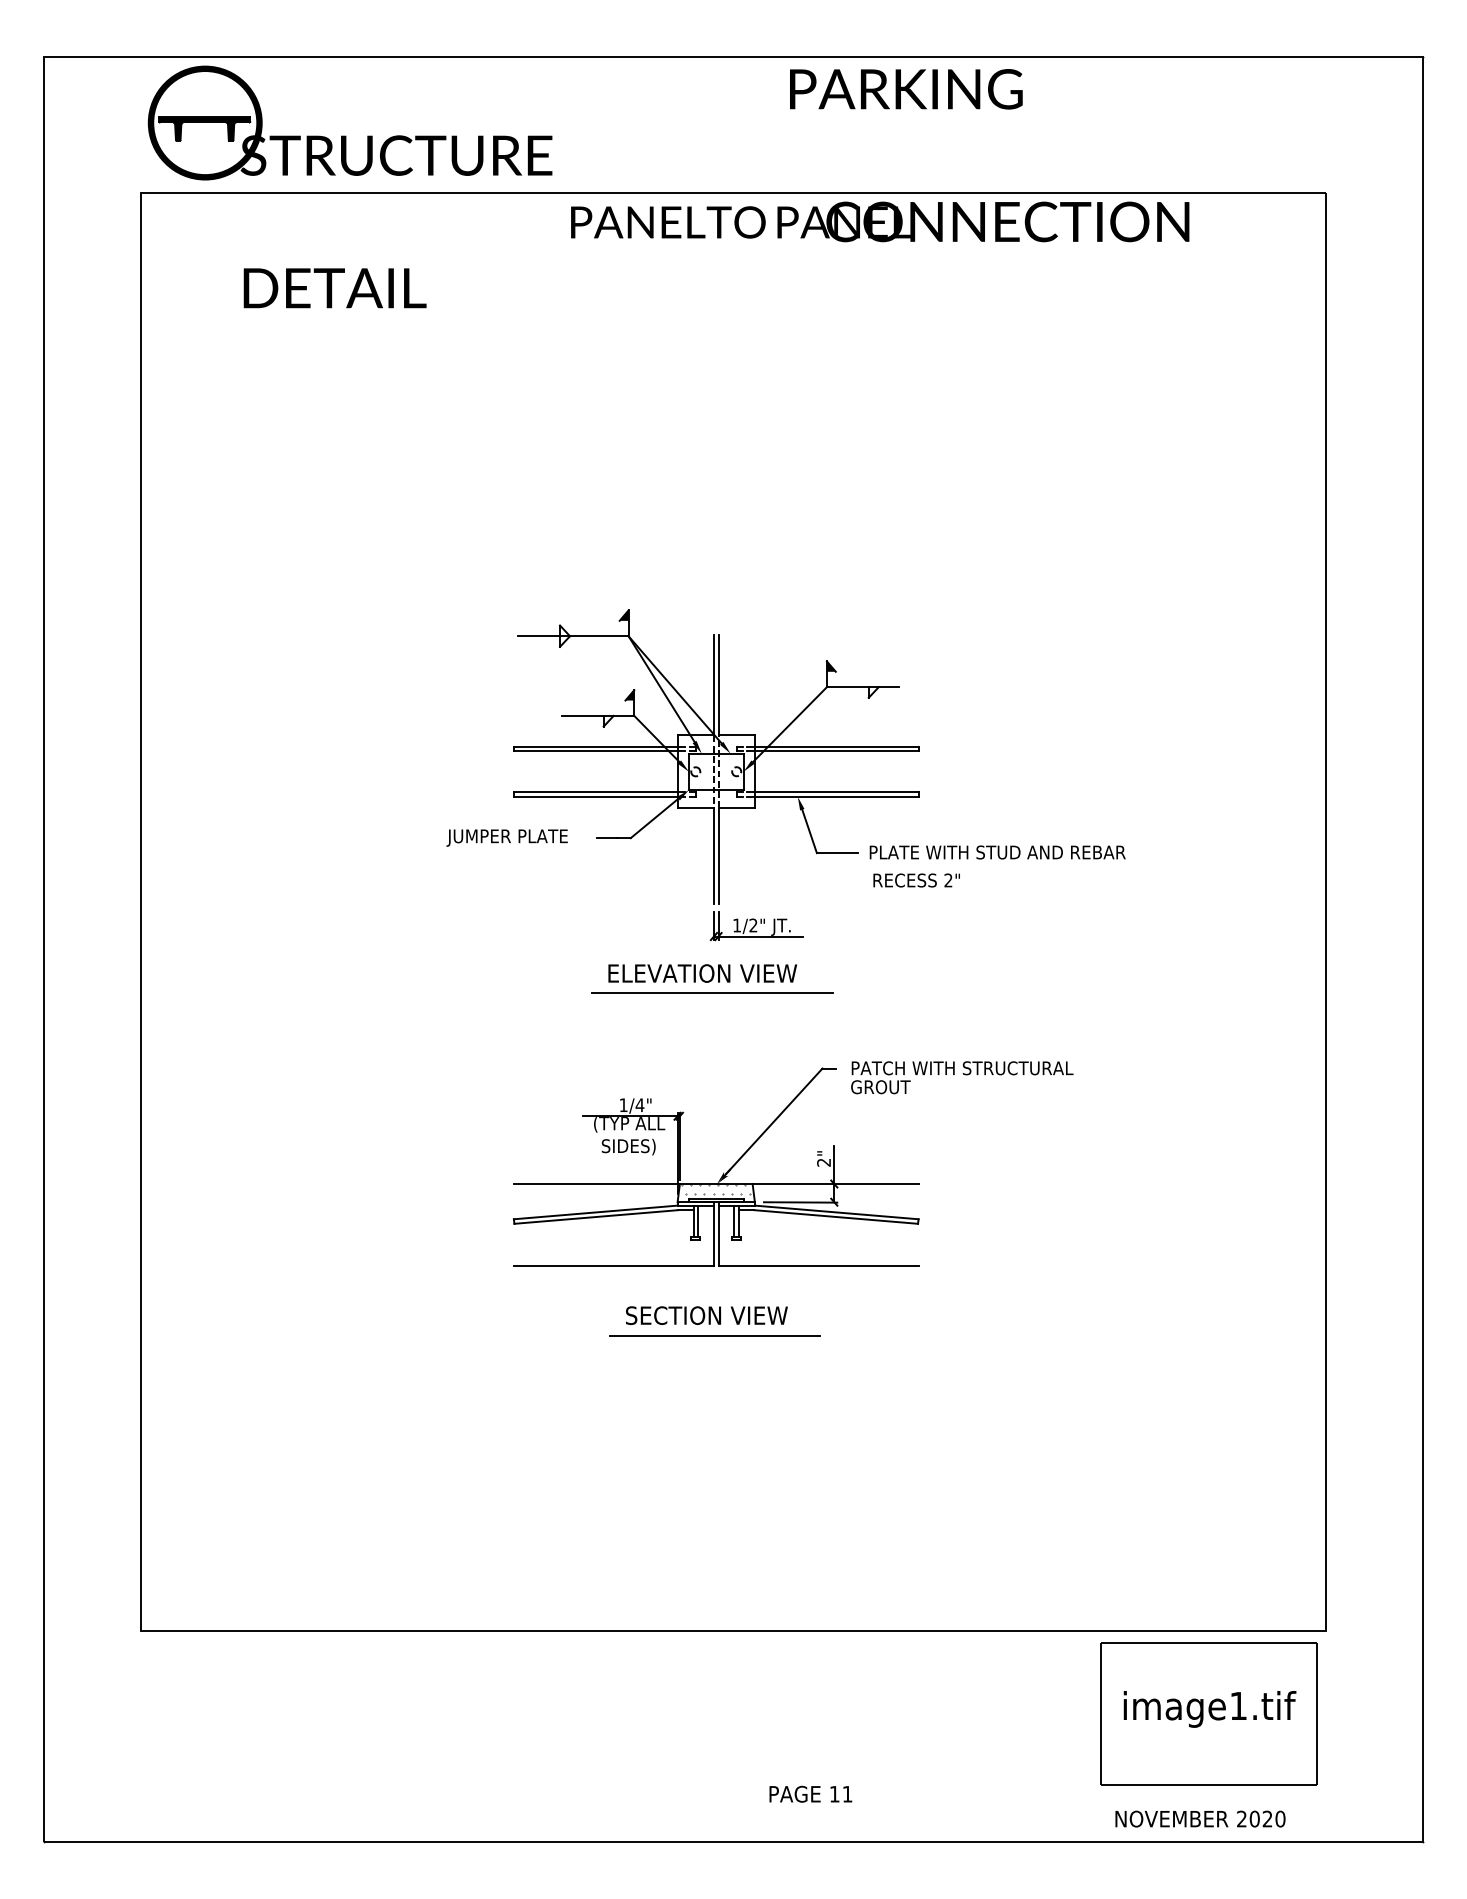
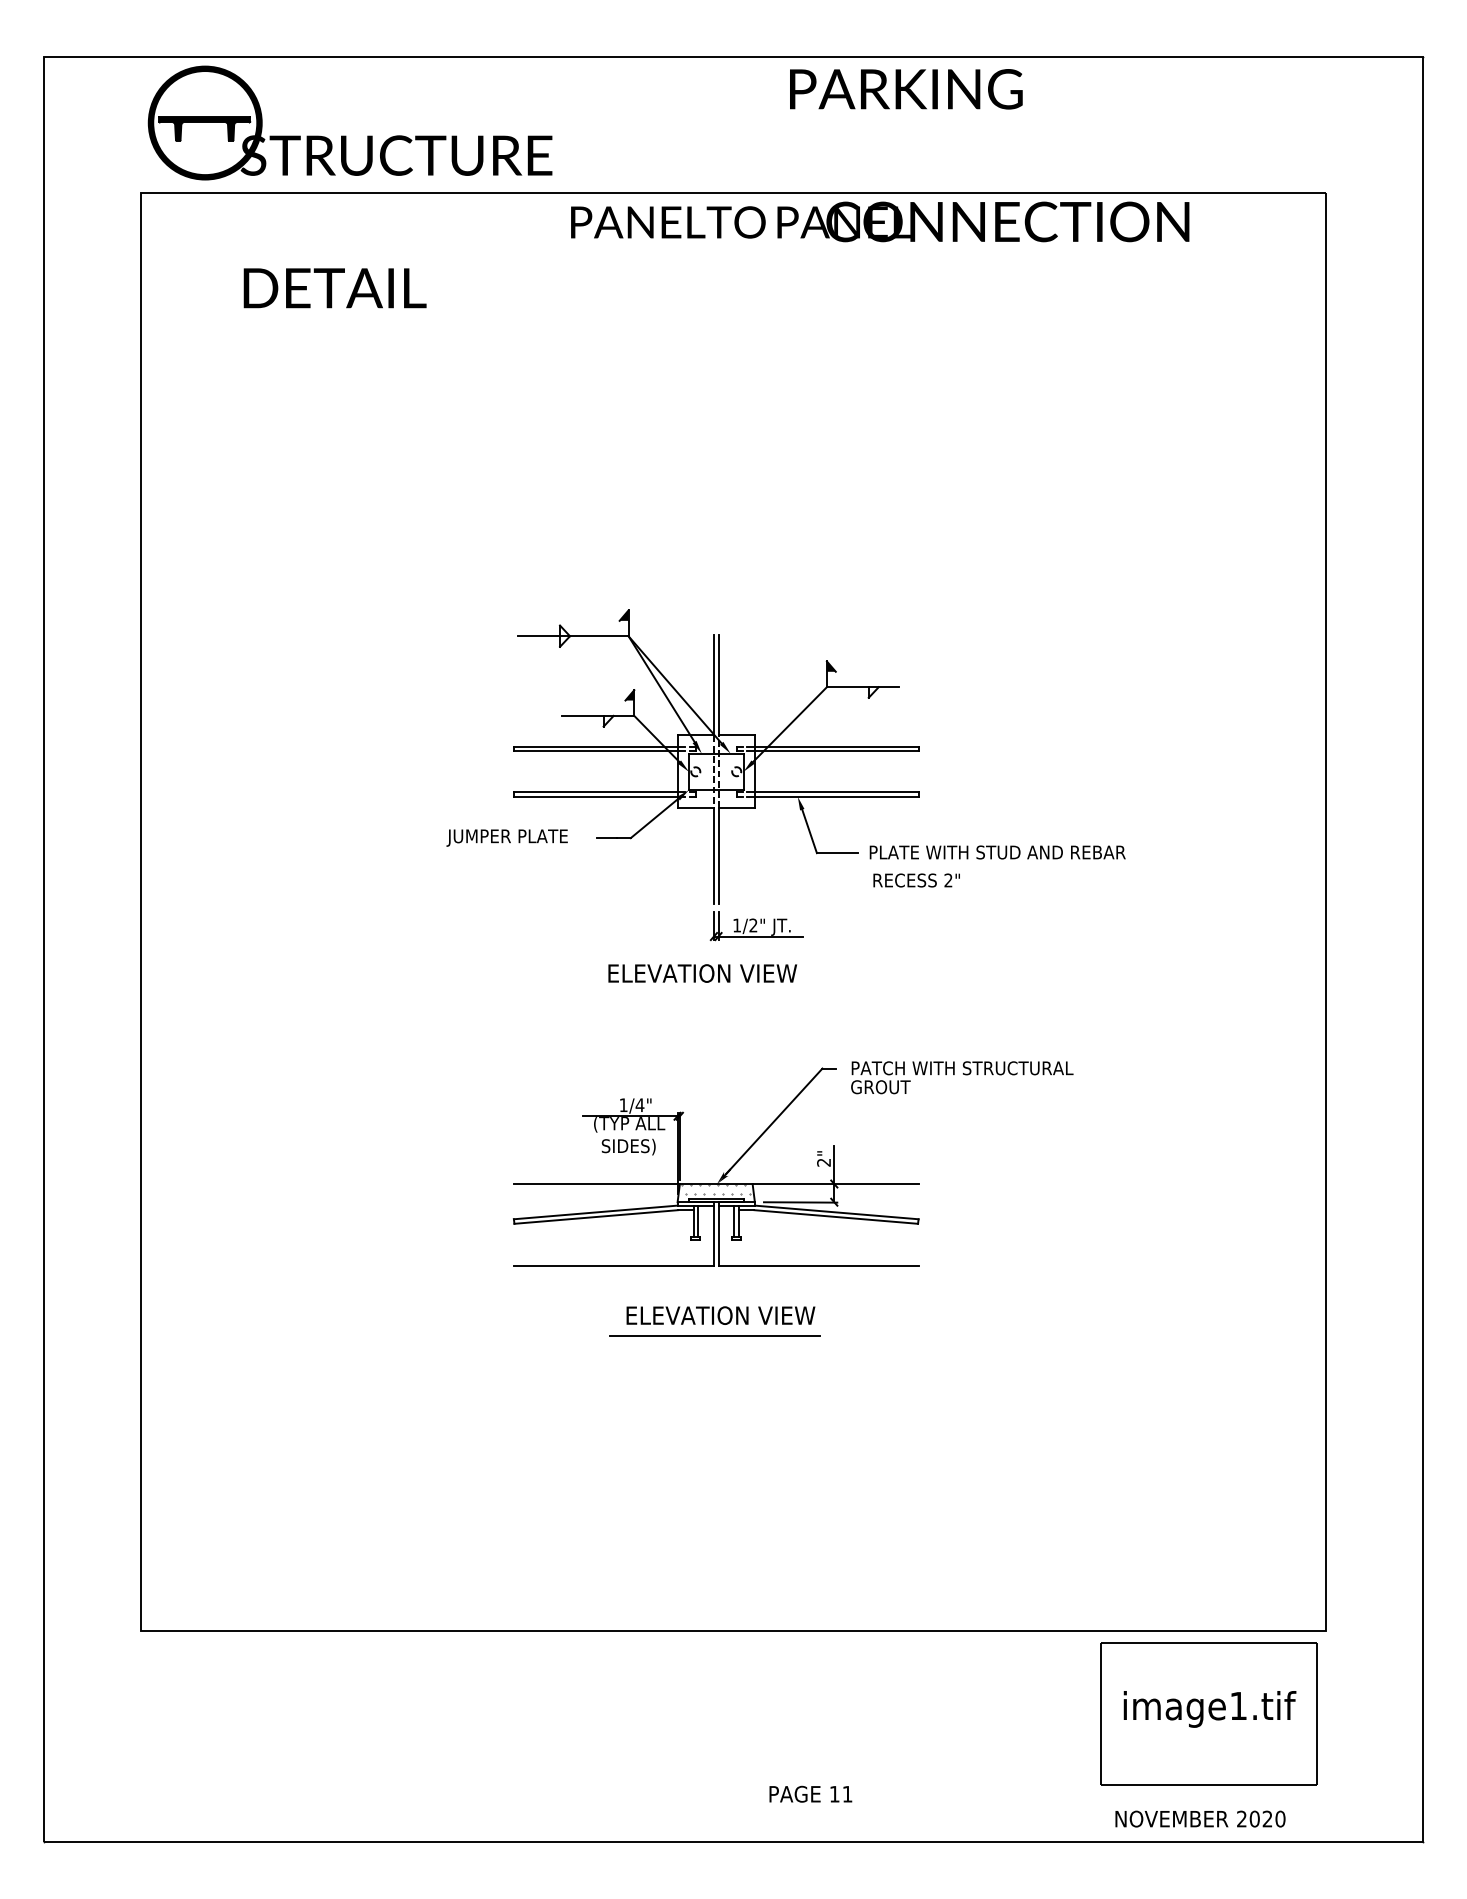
line at (712, 992): present -> none
text at (720, 1315): SECTION VIEW -> ELEVATION VIEW
